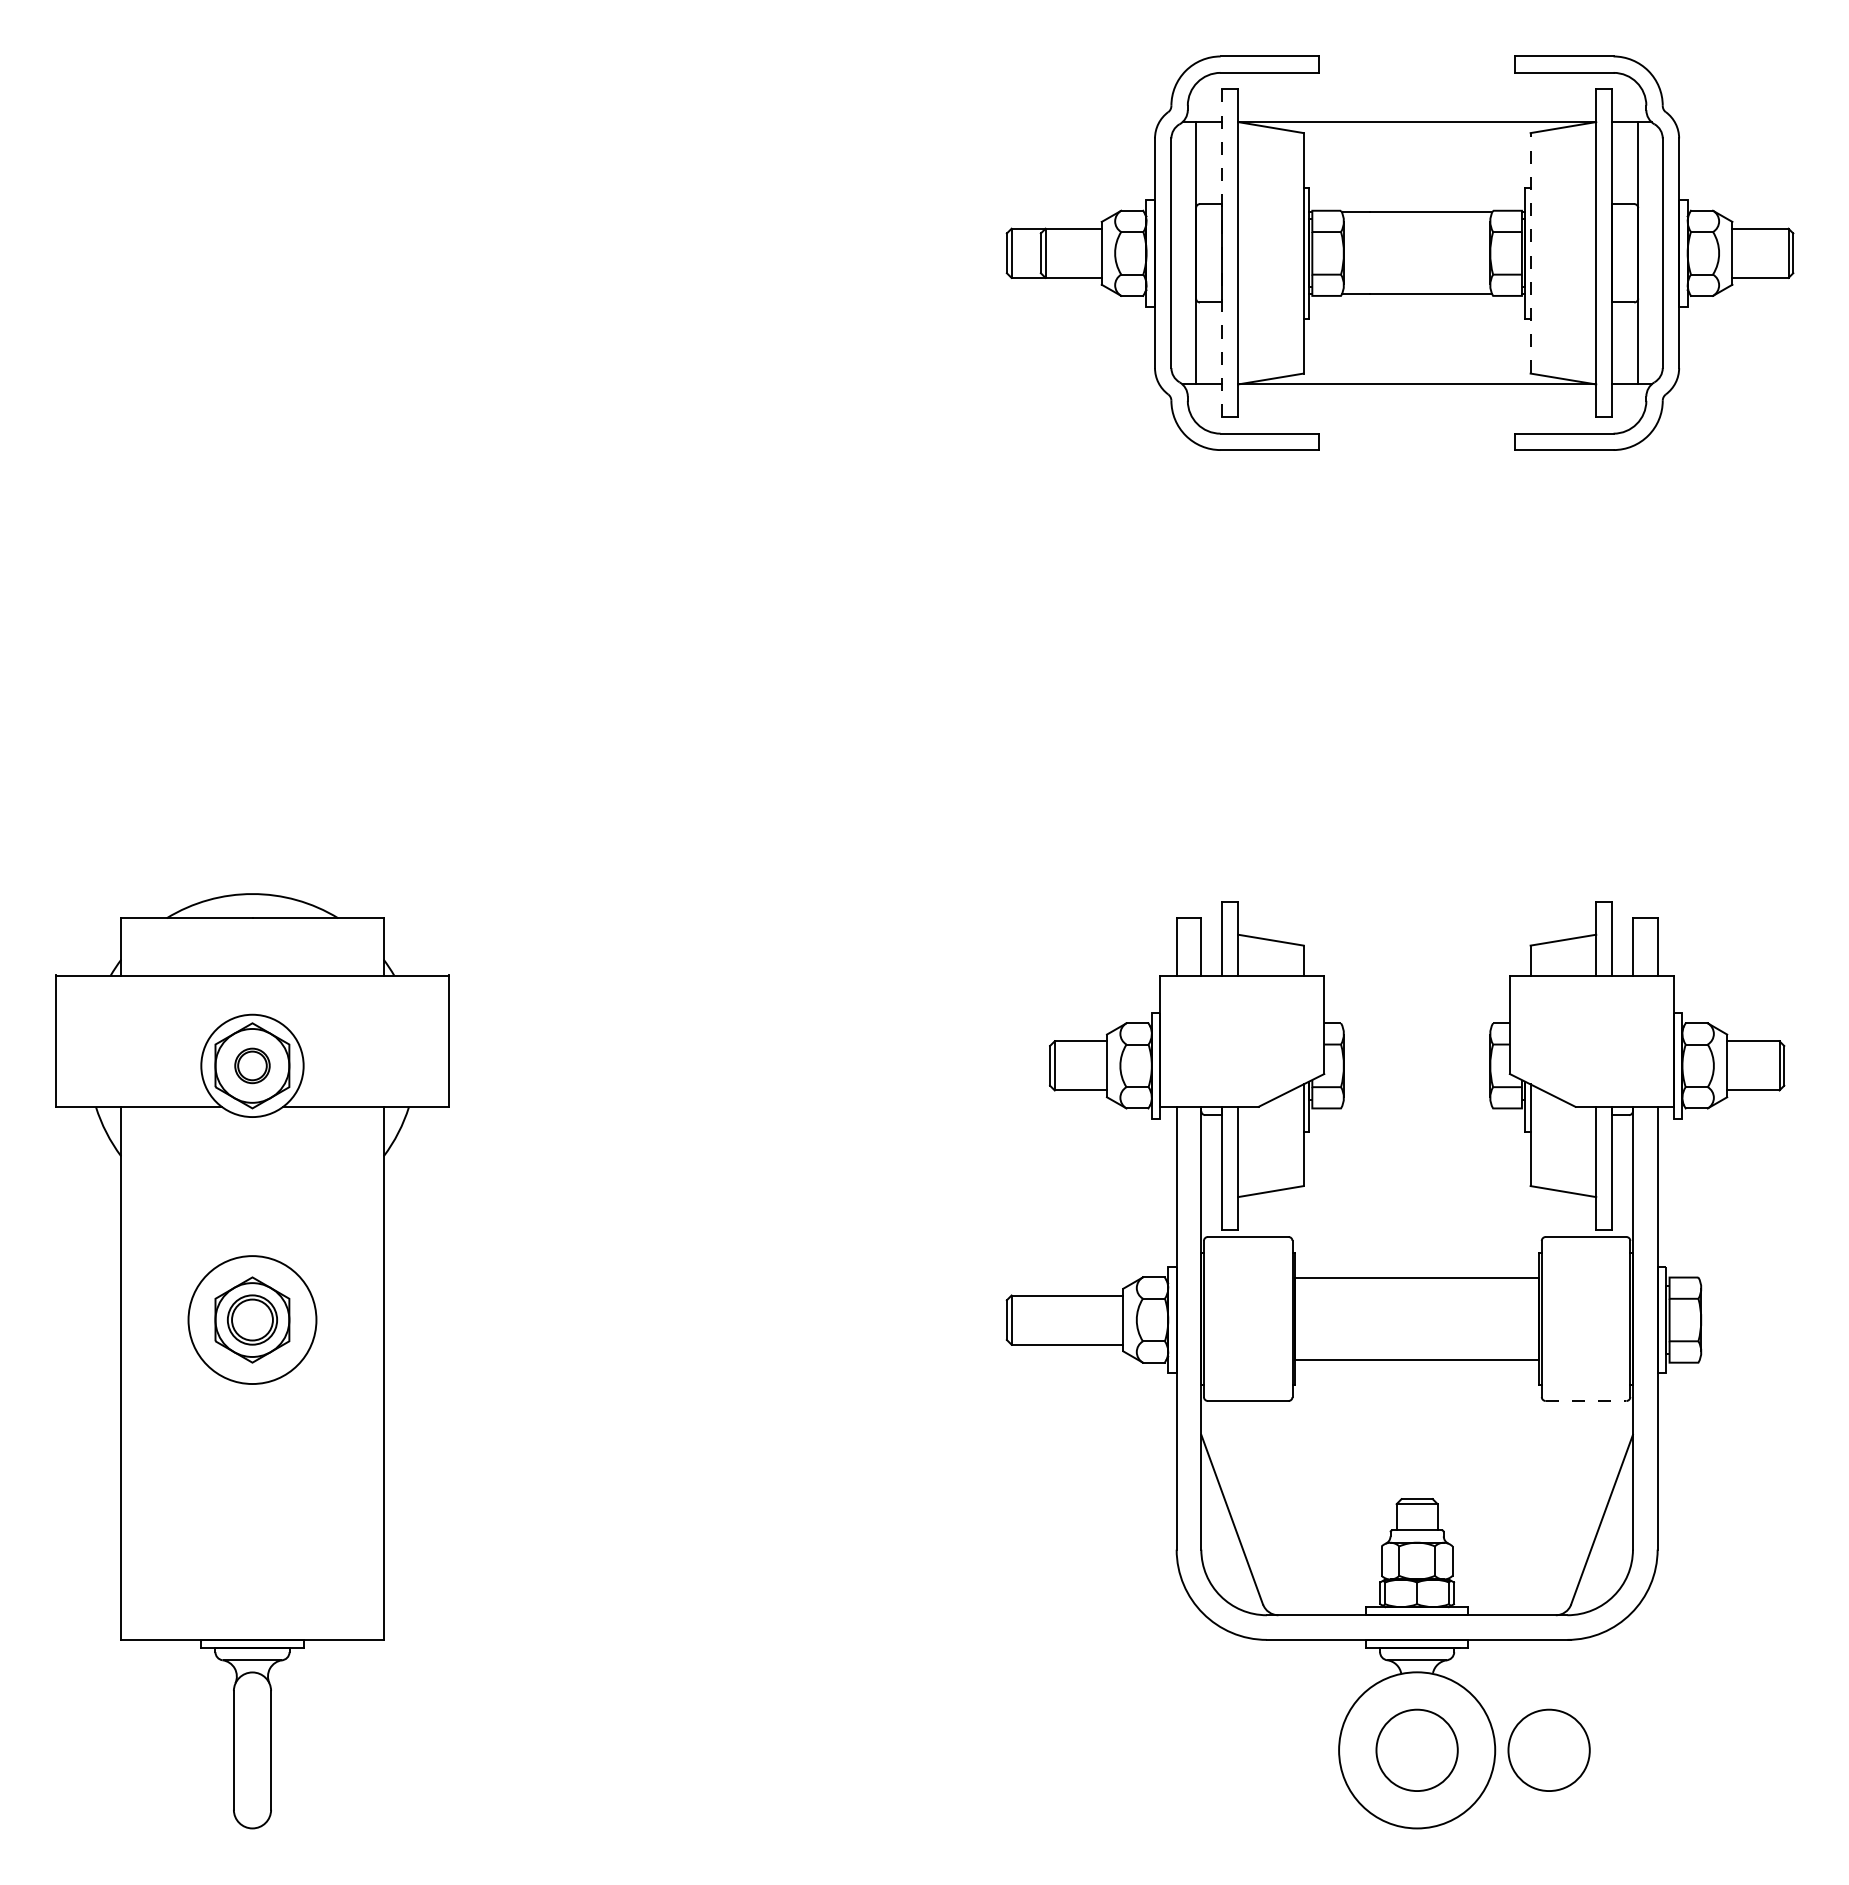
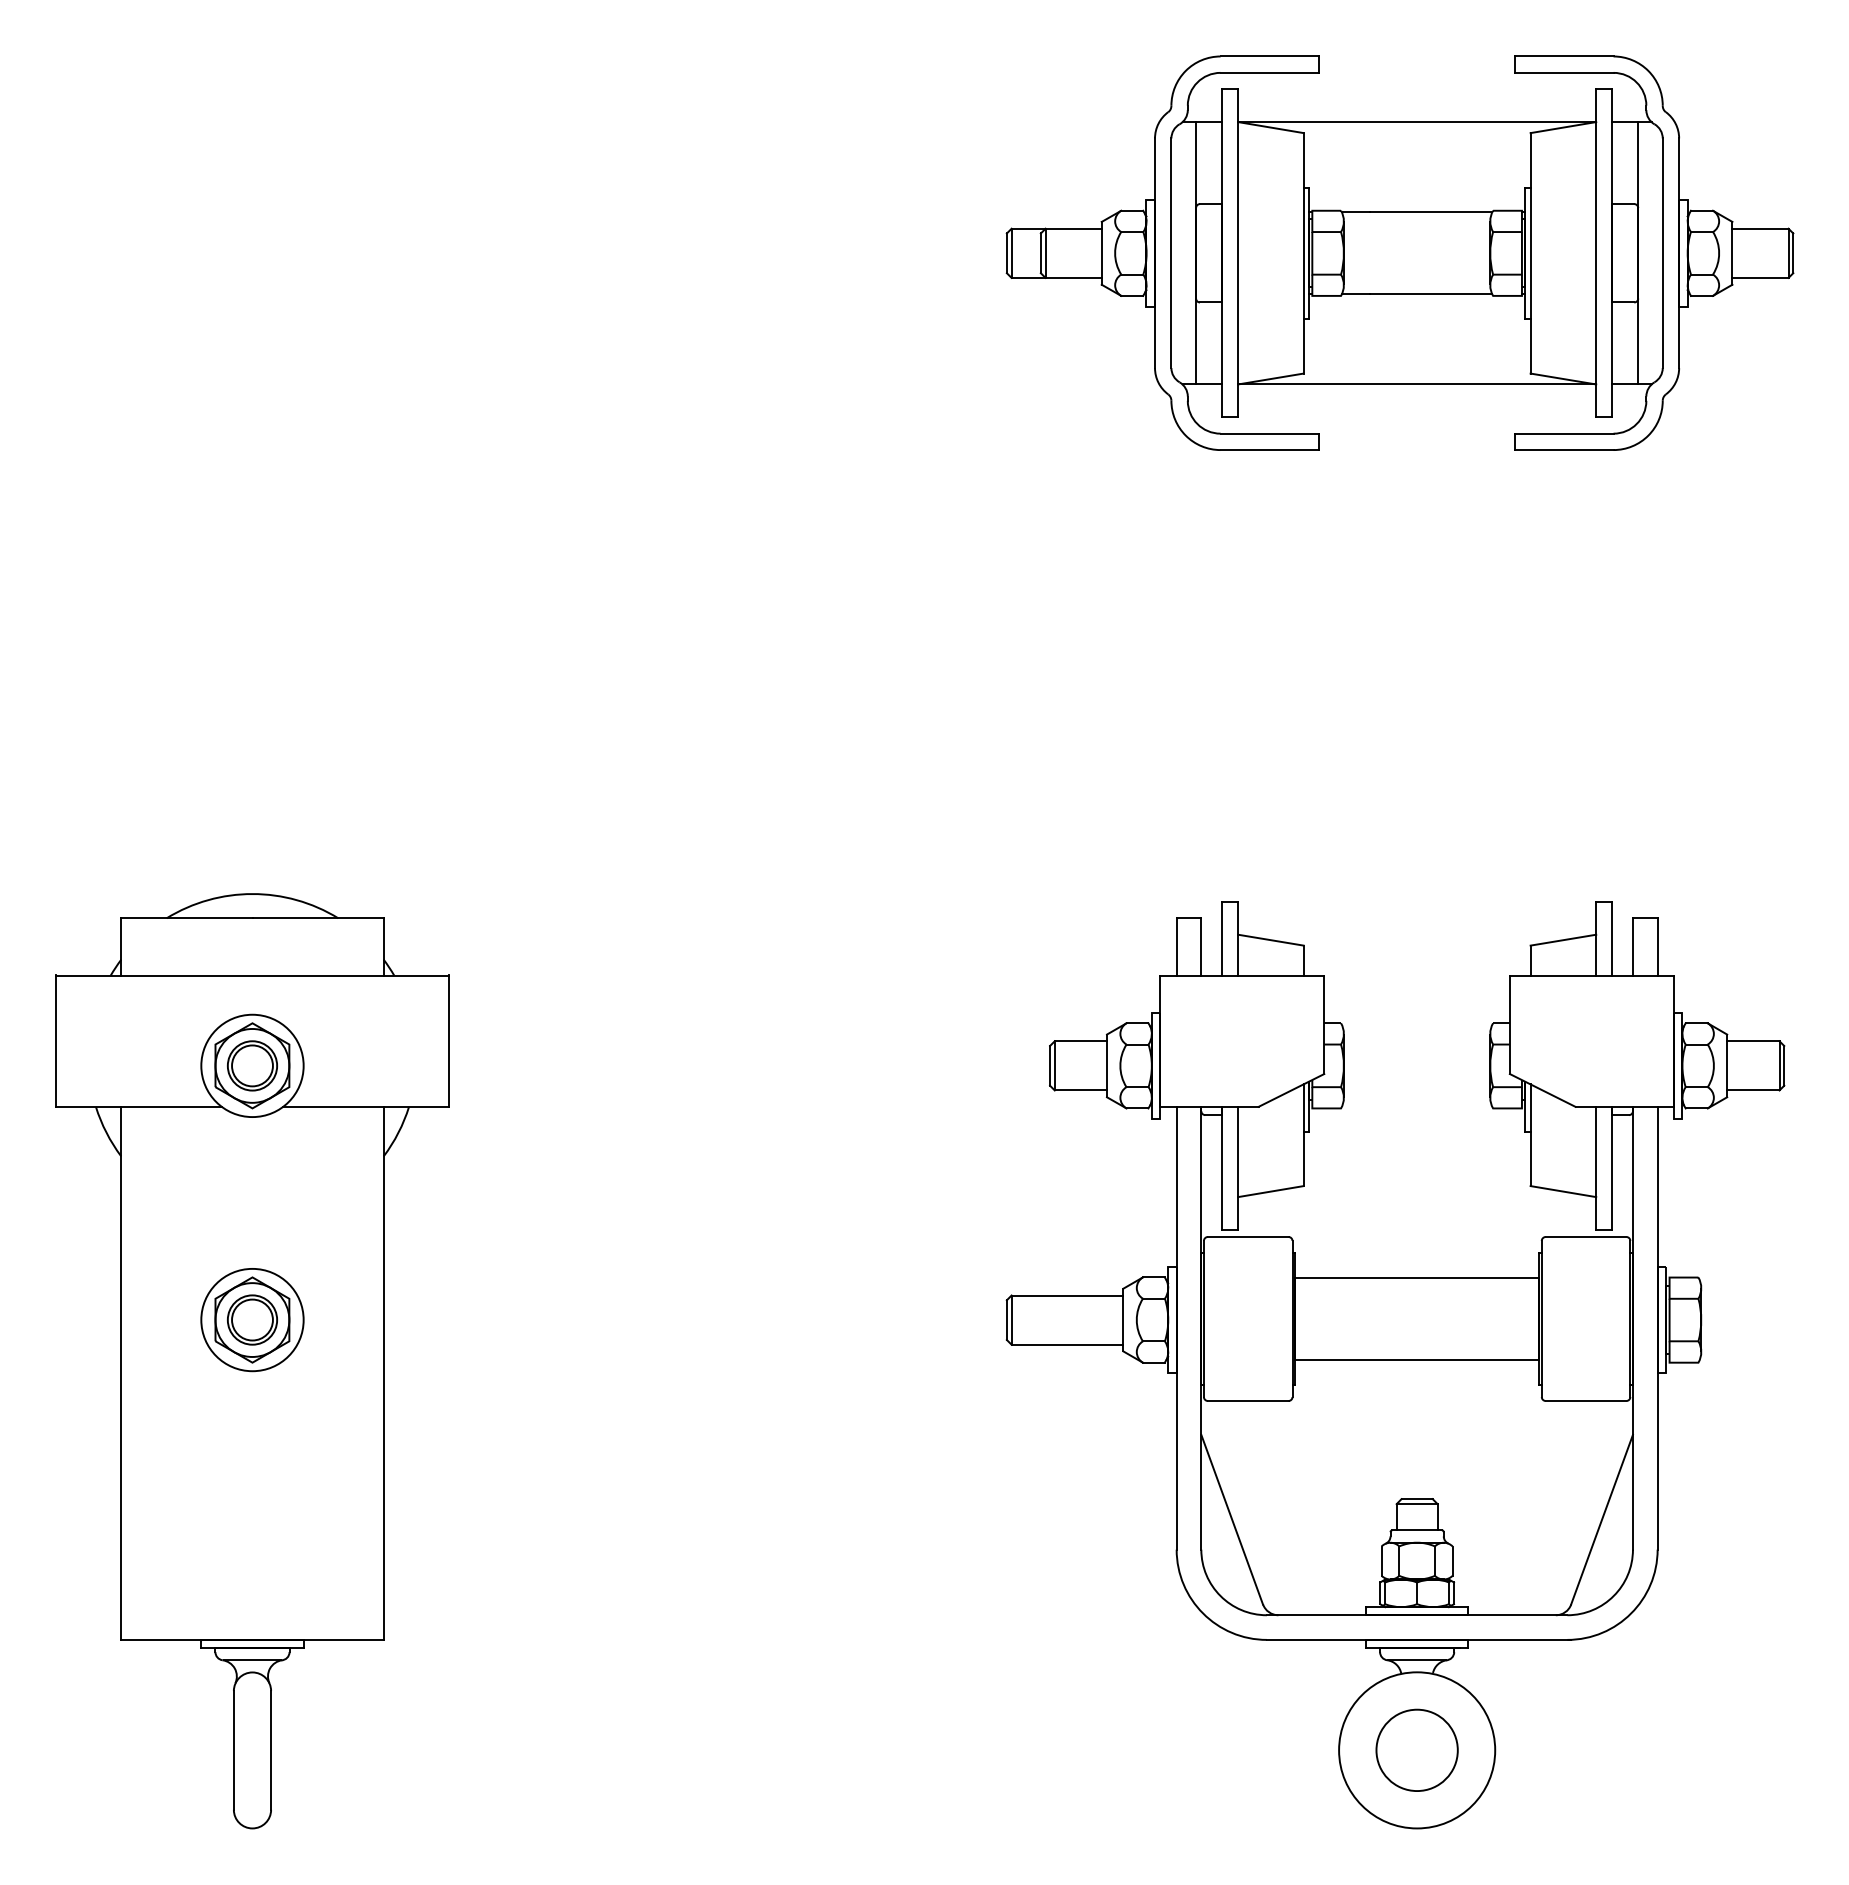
line at (1530, 252): dashed -> solid
line at (1222, 253): dashed -> solid
part at (252, 1065) size: 37x38 px -> 51x52 px
circle at (252, 1320) diameter: 128 px -> 102 px
line at (1586, 1401): dashed -> solid
circle at (1548, 1749): present -> none
